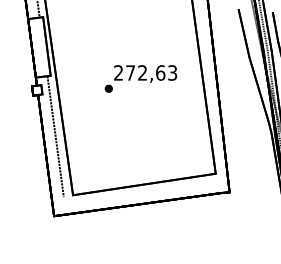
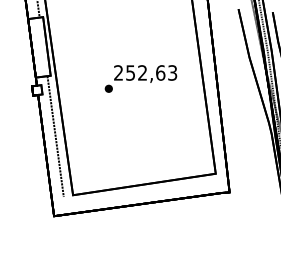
text at (130, 72): 272,63 -> 252,63
